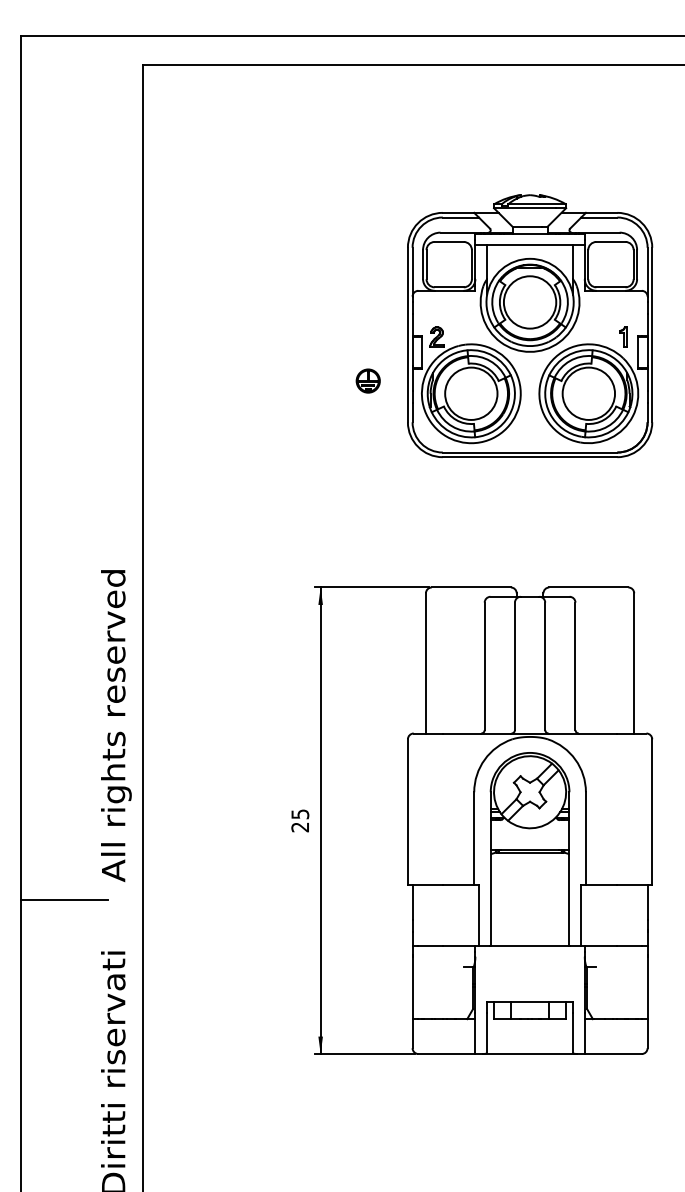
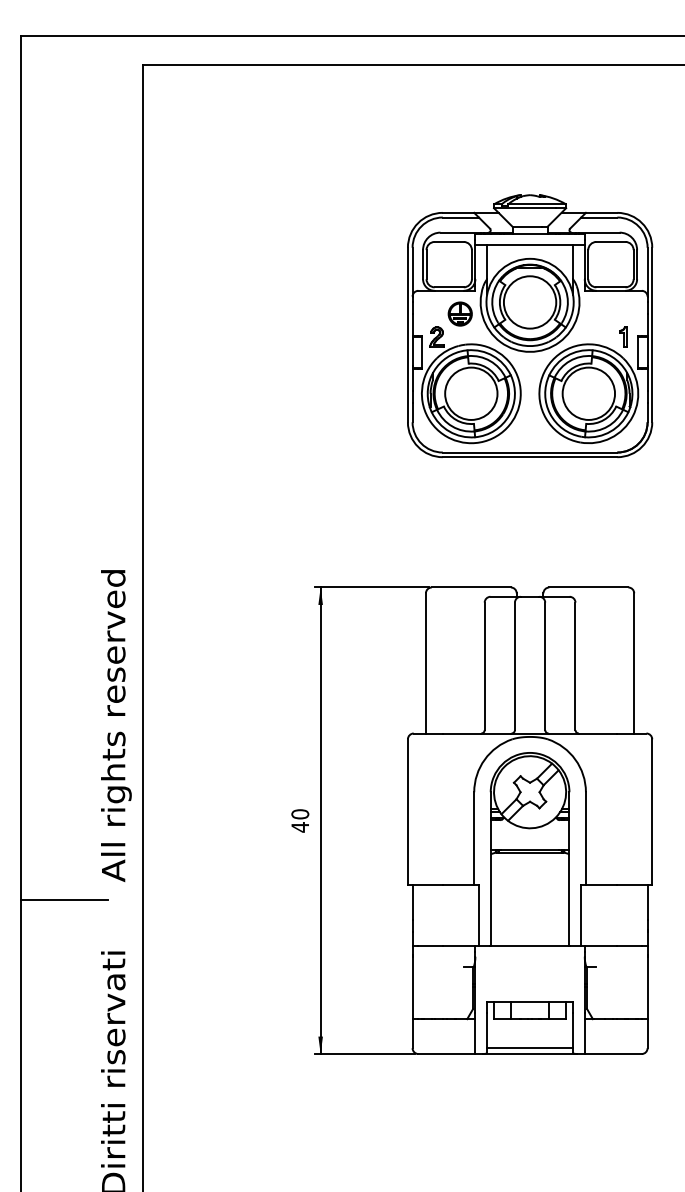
part at (367, 380) position: (367, 380) -> (459, 313)
text at (300, 820): 25 -> 40
line at (530, 1048): none -> present
